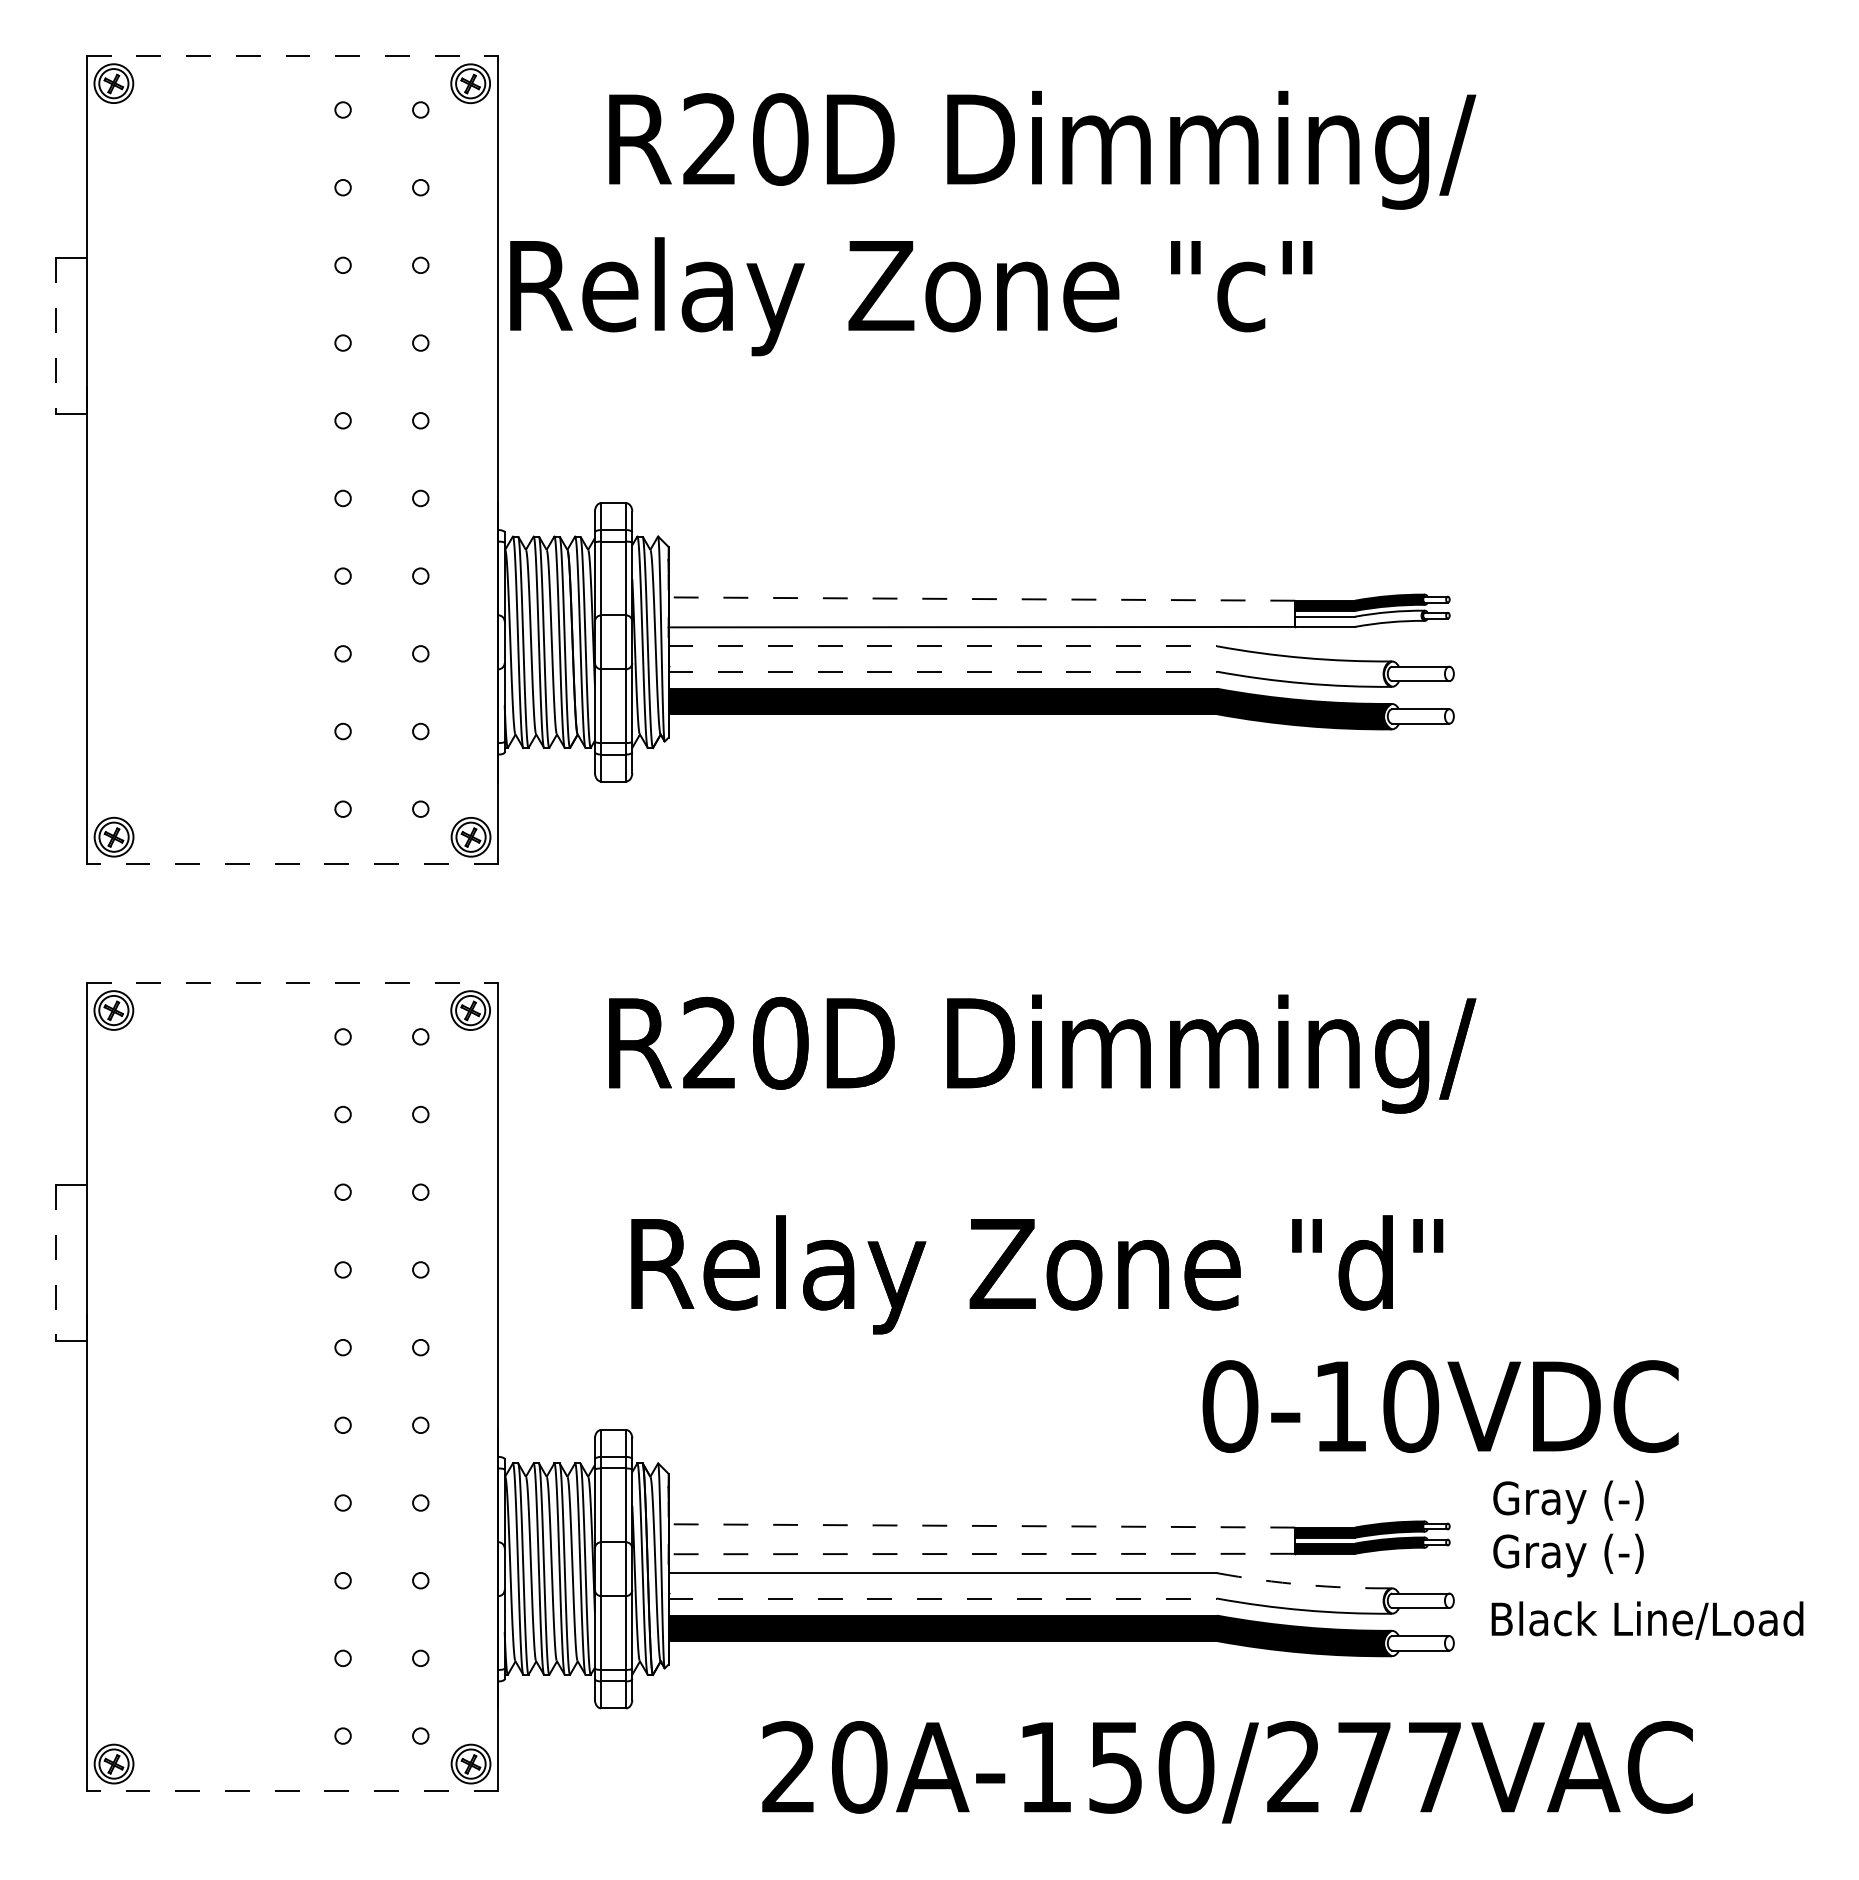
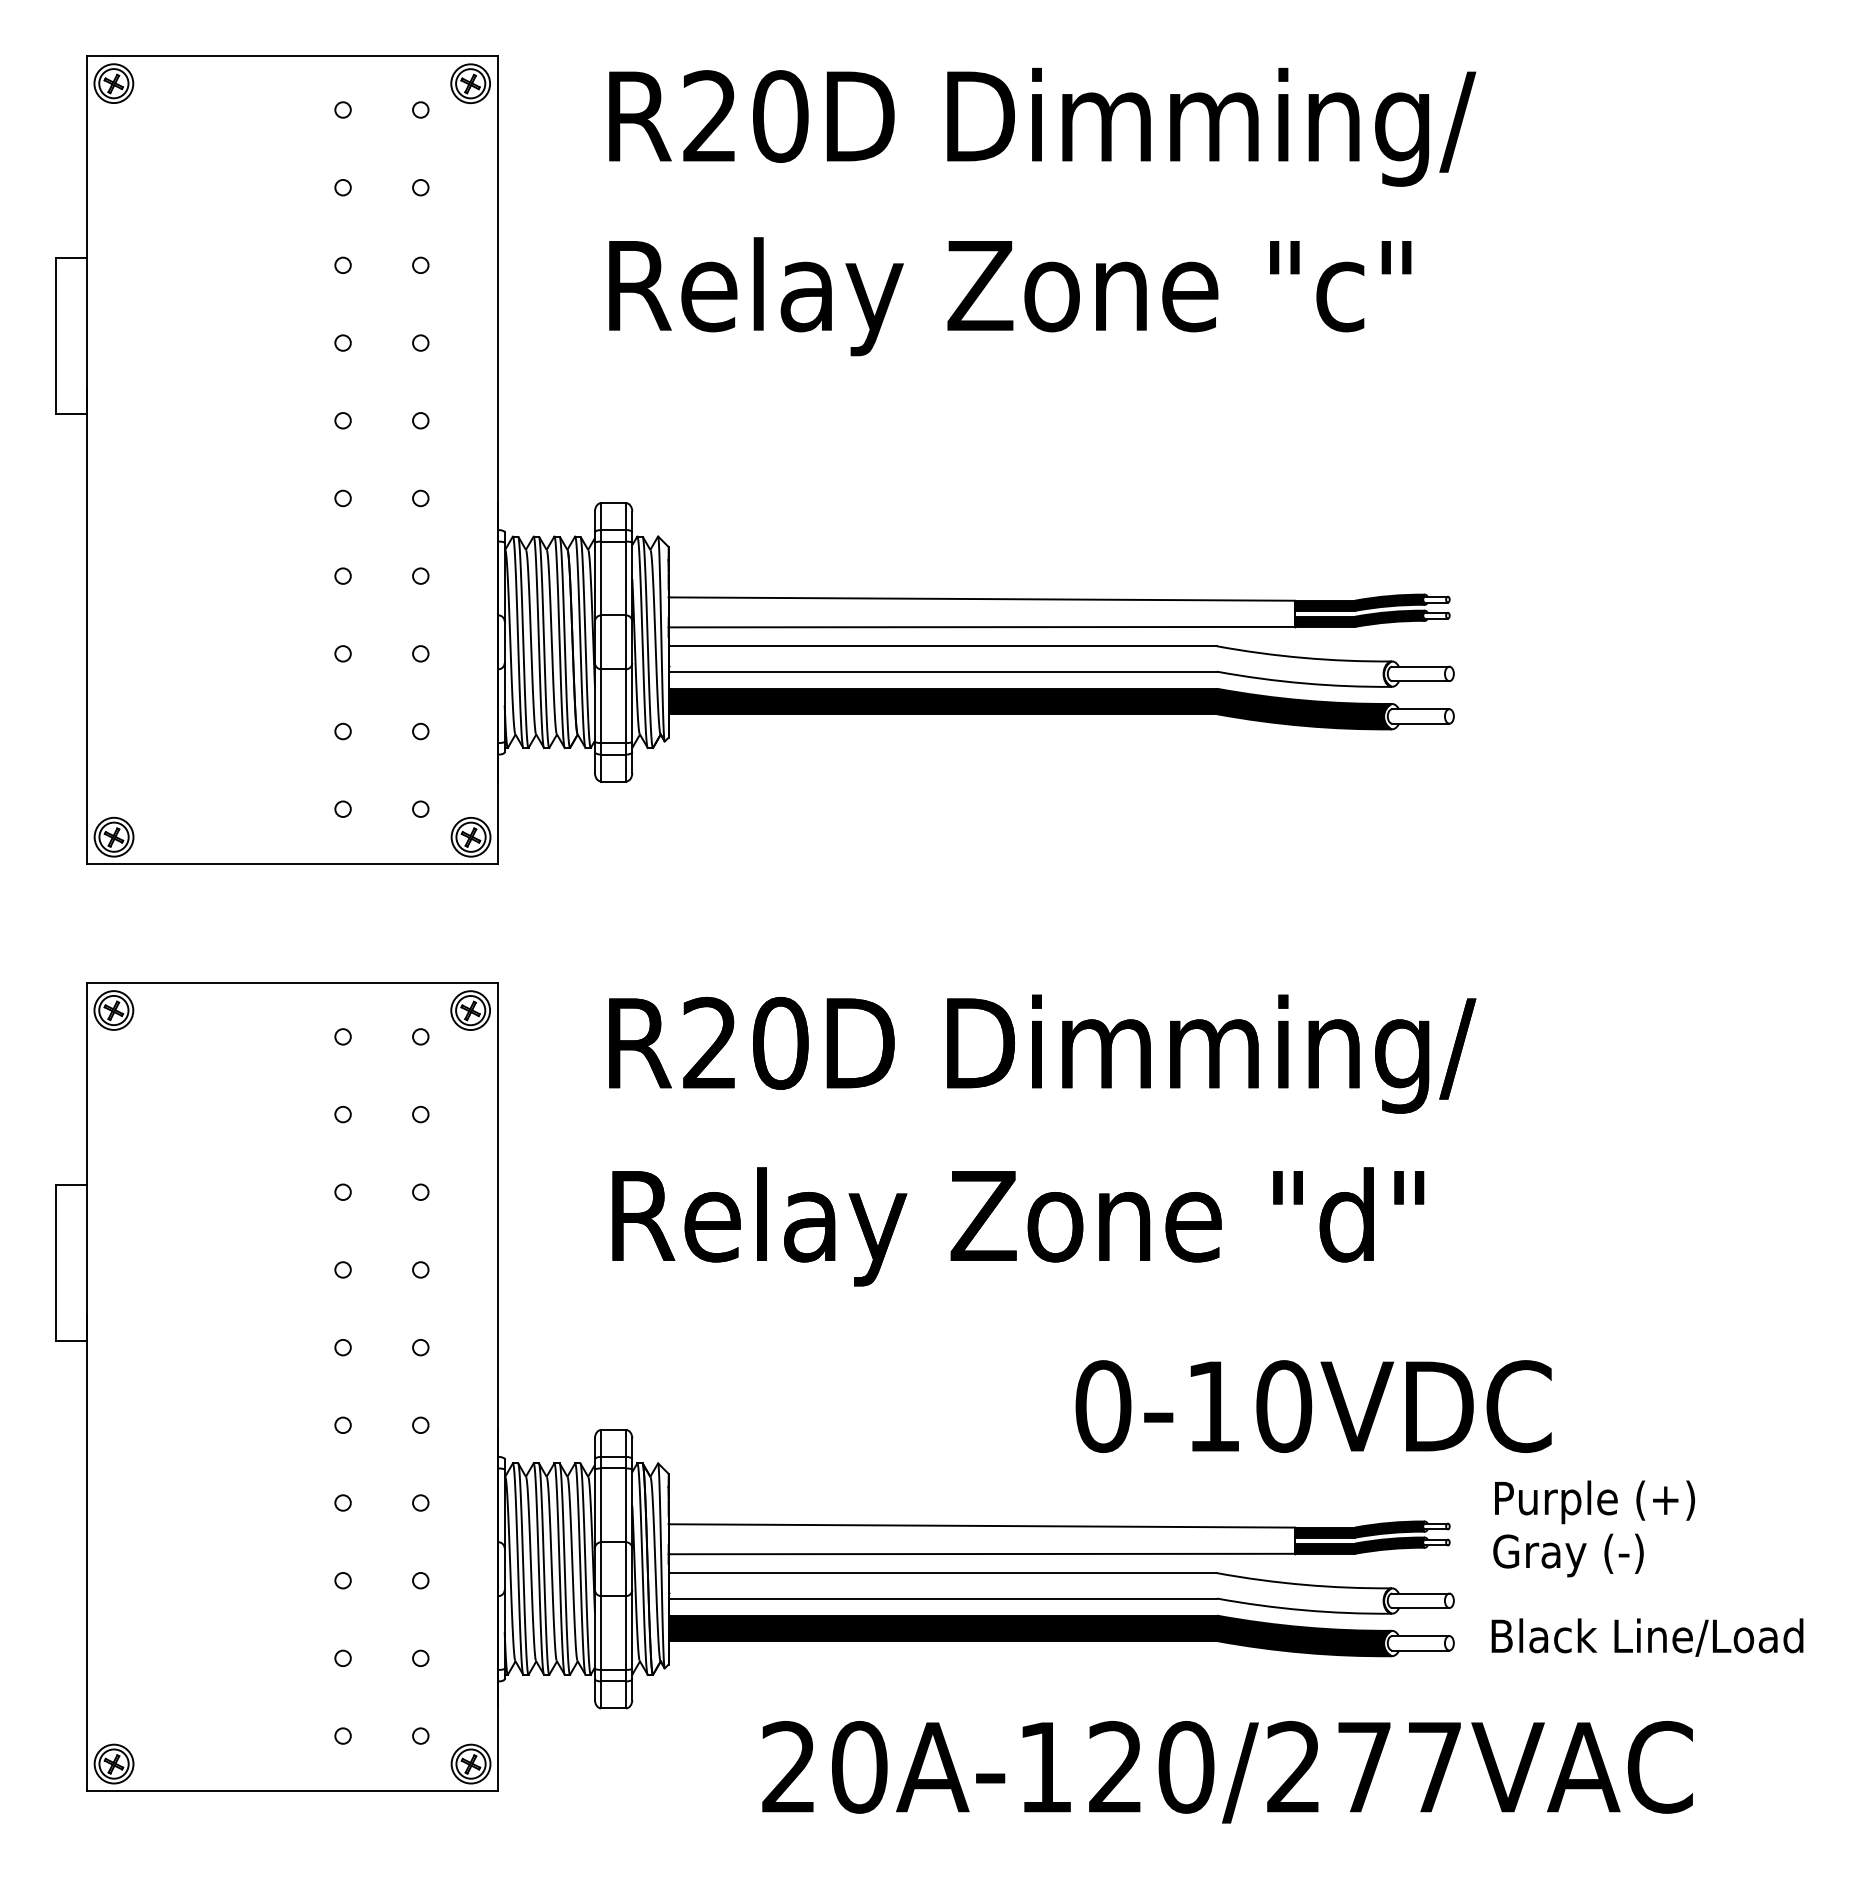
line at (292, 56): dashed -> solid
text at (1042, 150) position: (1042, 150) -> (1042, 127)
text at (911, 296) position: (911, 296) -> (1010, 296)
line at (55, 336): dashed -> solid
line at (981, 599): dashed -> solid
fill at (1359, 618): none -> present
line at (943, 646): dashed -> solid
line at (943, 671): dashed -> solid
line at (292, 864): dashed -> solid
line at (292, 983): dashed -> solid
line at (55, 1262): dashed -> solid
text at (1037, 1274) position: (1037, 1274) -> (1018, 1226)
text at (1440, 1406) position: (1440, 1406) -> (1313, 1406)
text at (1594, 1502): Gray (-) -> Purple (+)
line at (981, 1525): dashed -> solid
line at (981, 1554): dashed -> solid
arc at (1304, 1584): dashed -> solid
line at (943, 1598): dashed -> solid
text at (1647, 1620) position: (1647, 1620) -> (1647, 1637)
text at (1115, 1766): 20A-150/277VAC -> 20A-120/277VAC
line at (292, 1791): dashed -> solid
